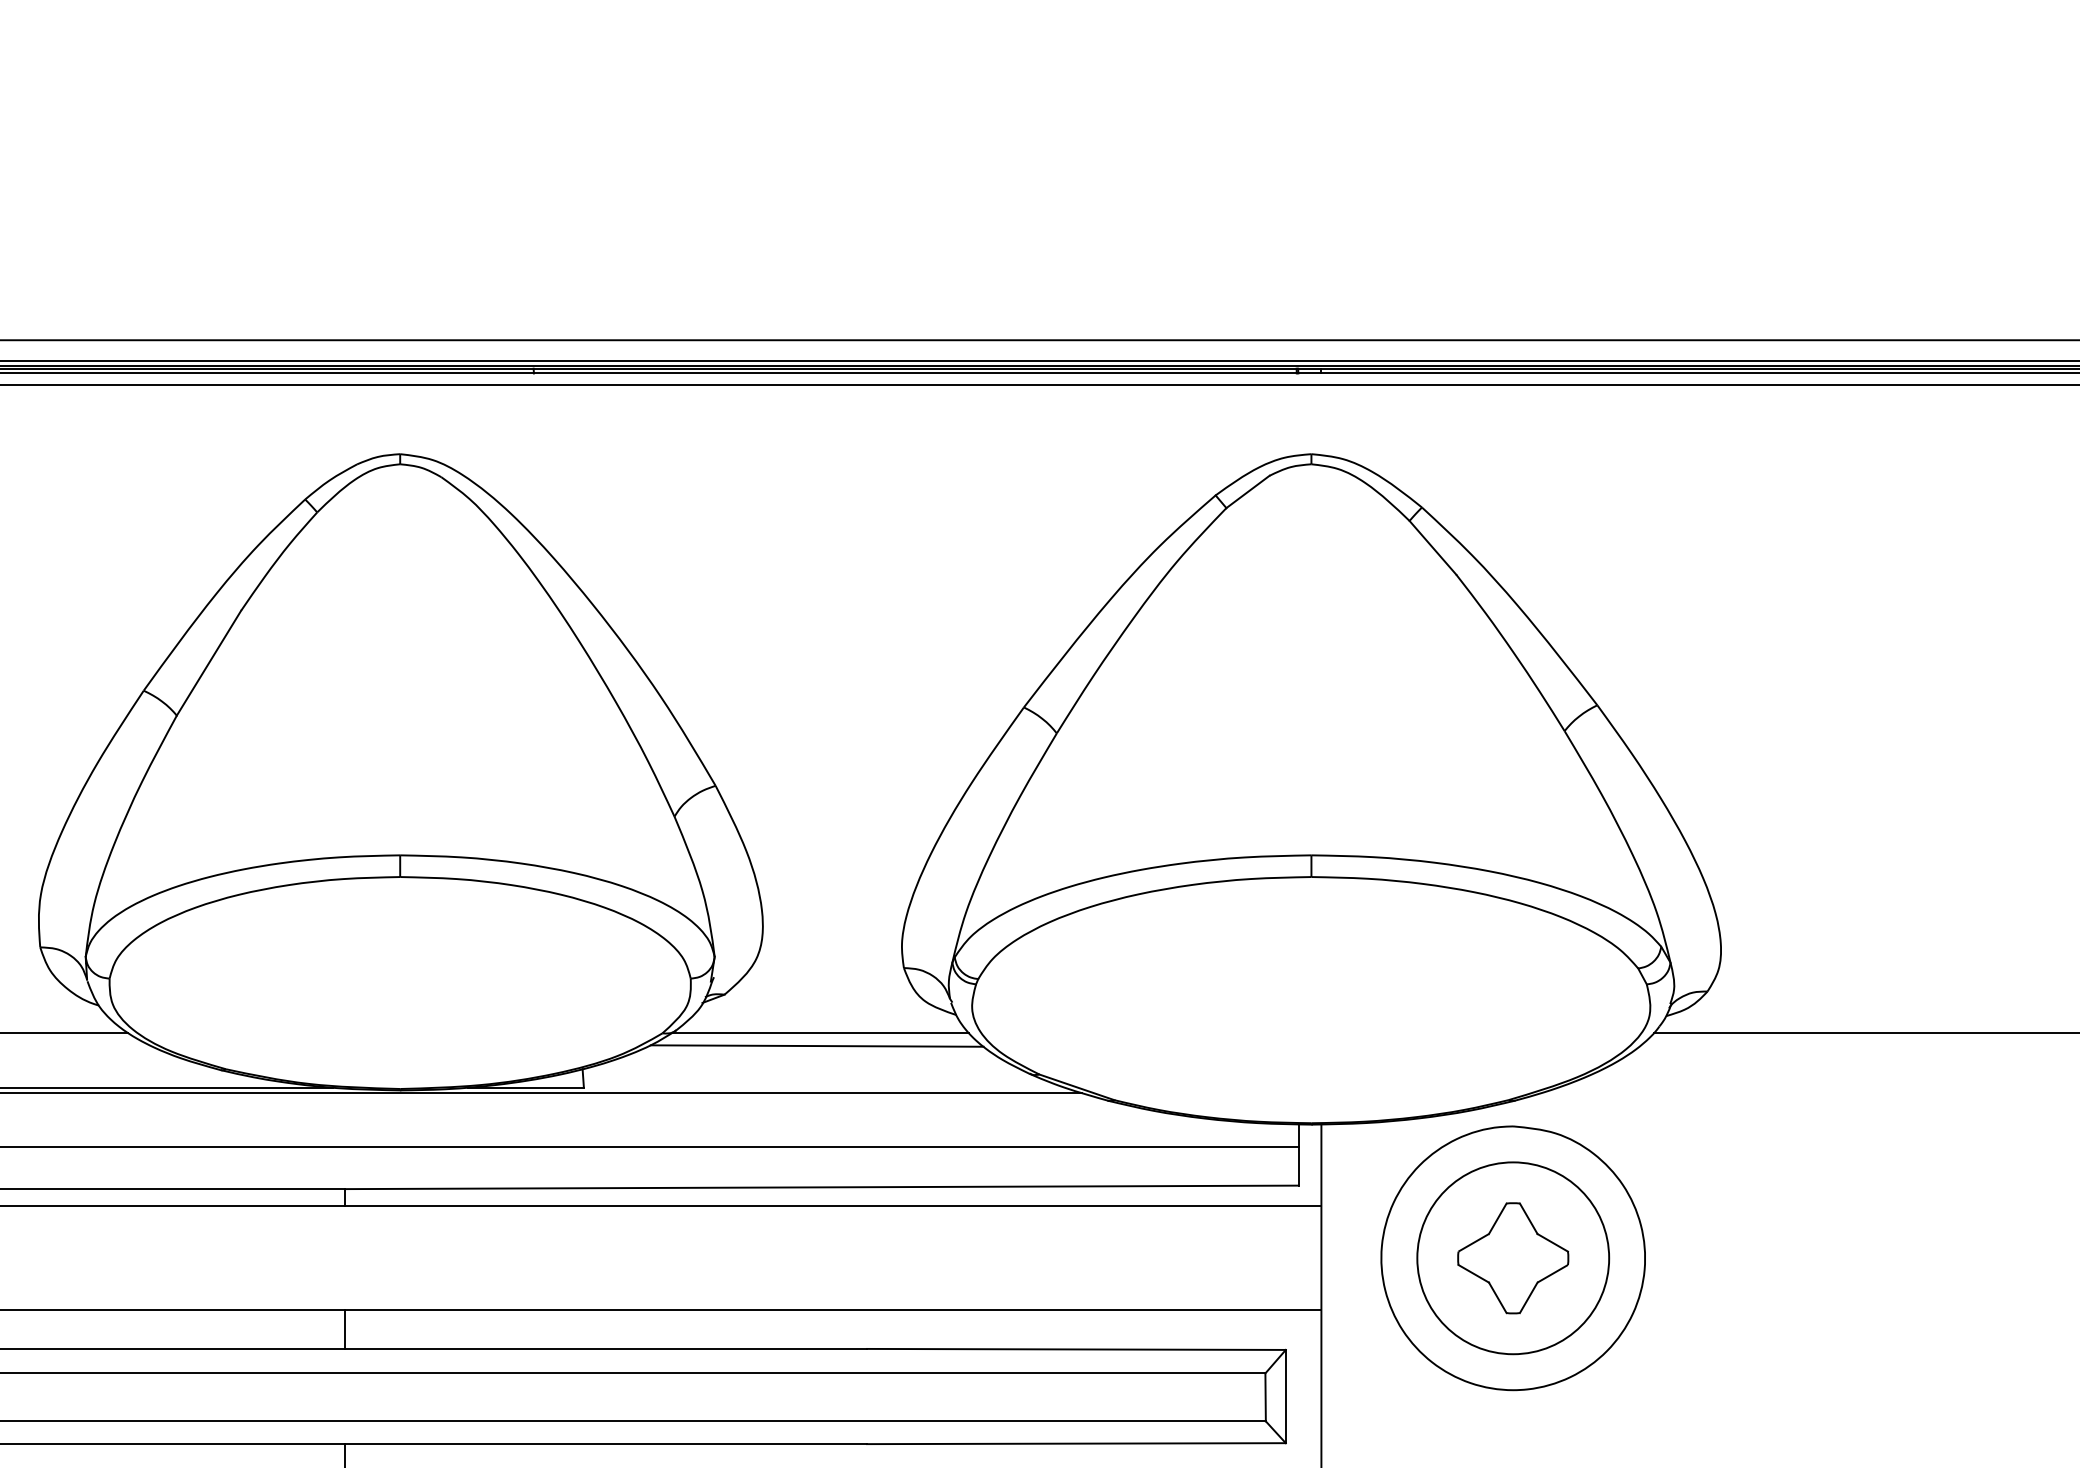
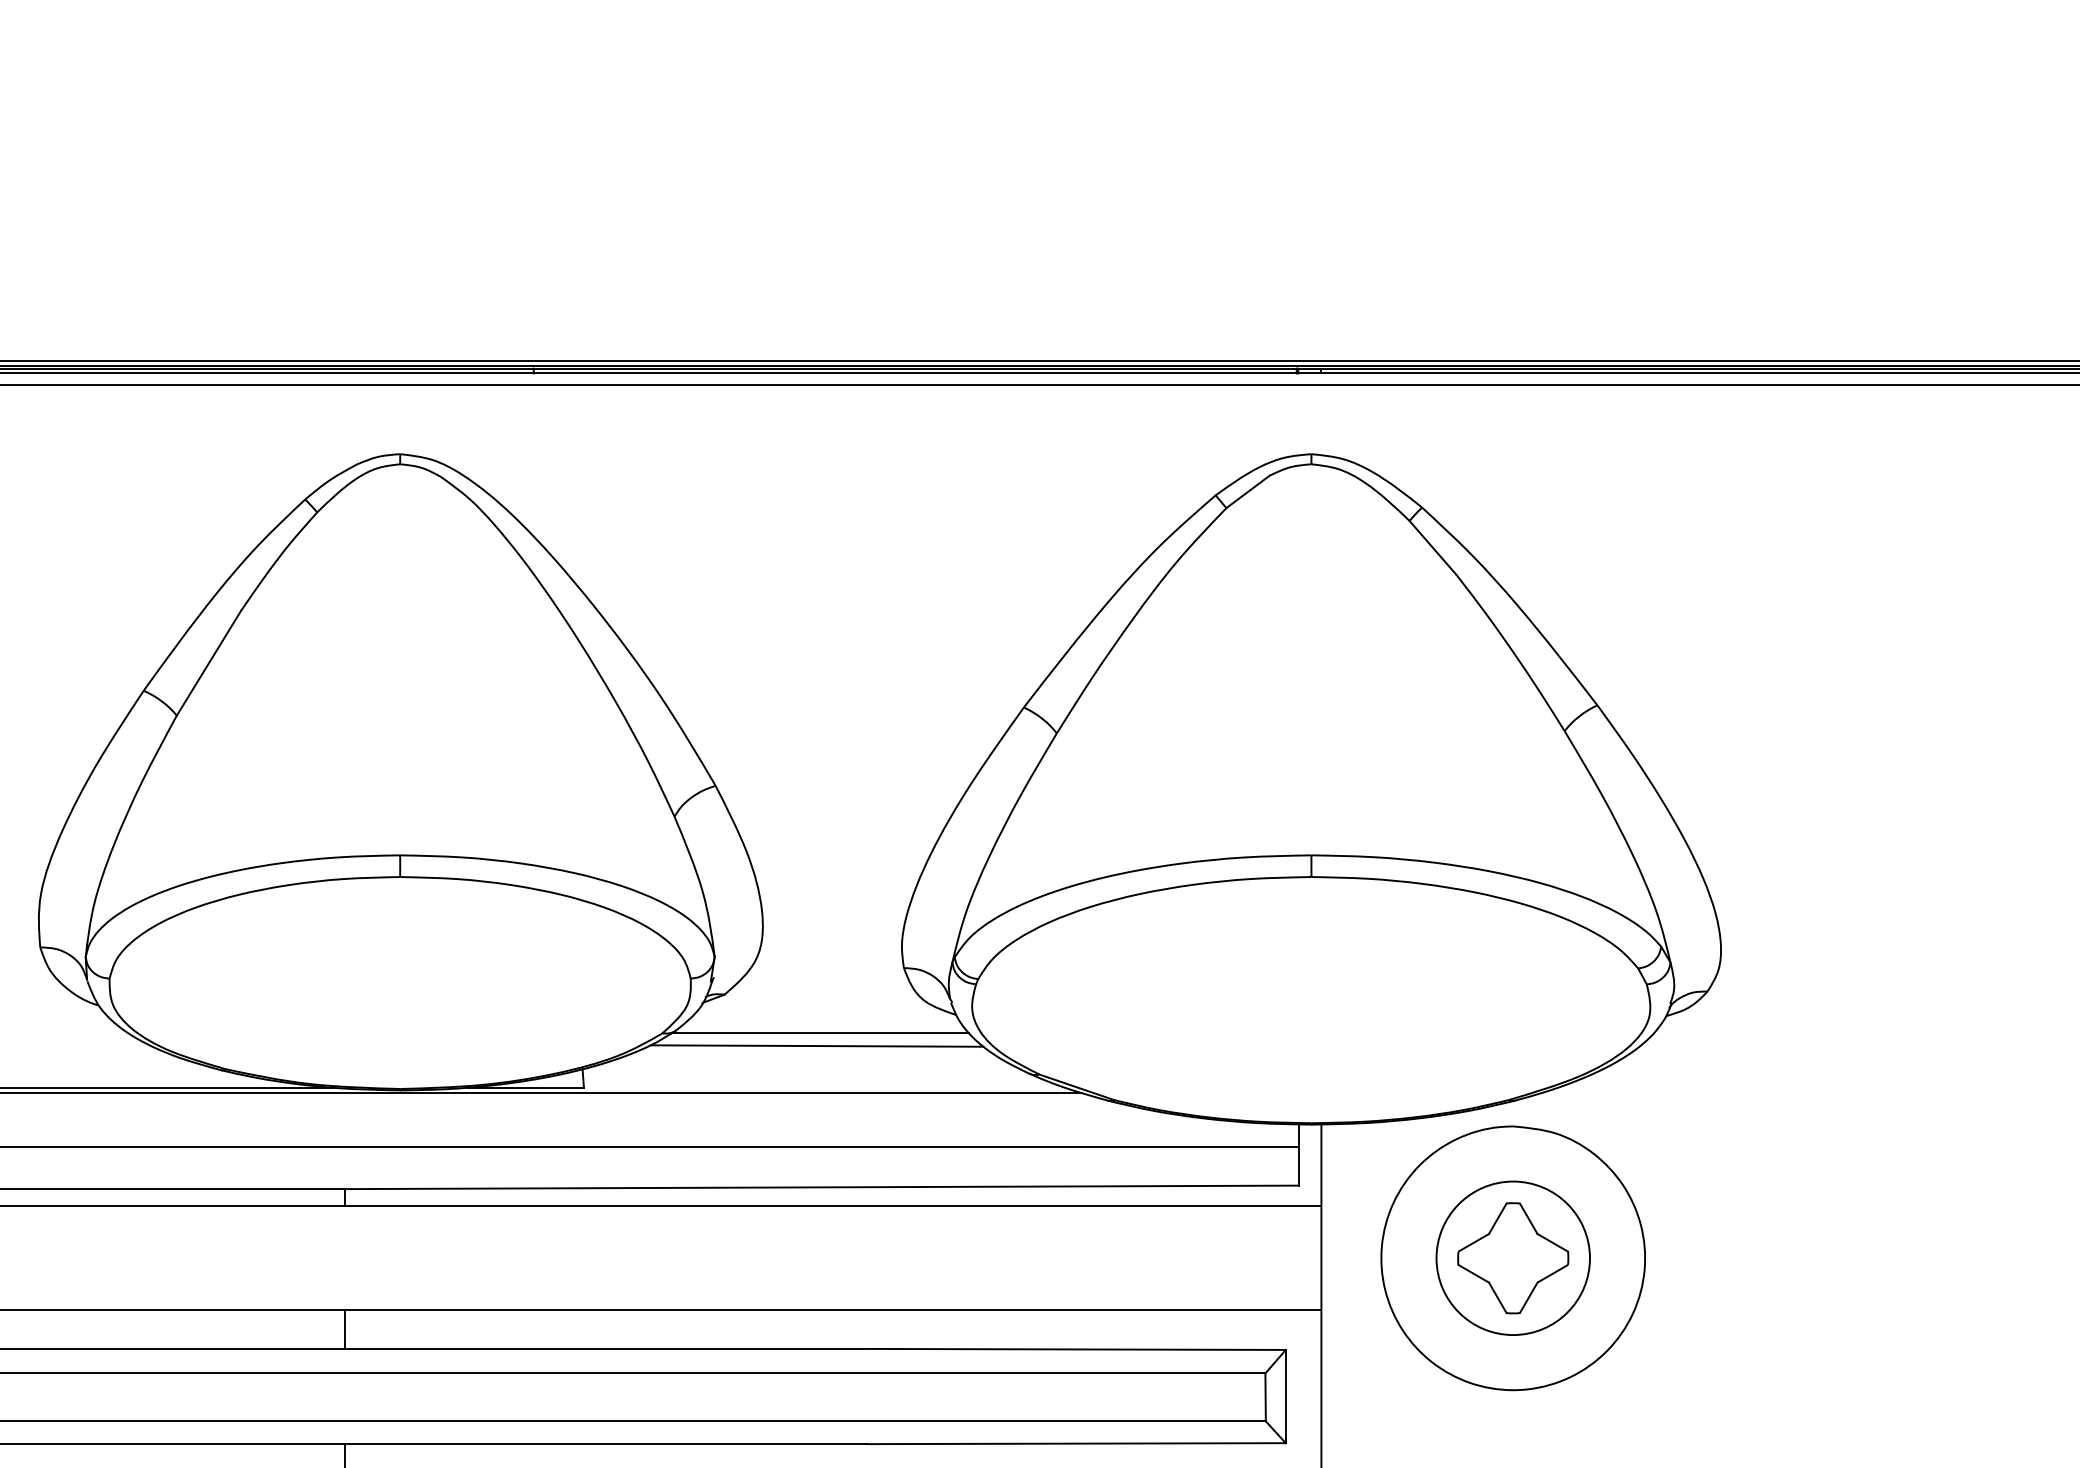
line at (1039, 340): present -> none
line at (64, 1032): present -> none
line at (1865, 1032): present -> none
circle at (1513, 1258) diameter: 192 px -> 153 px
